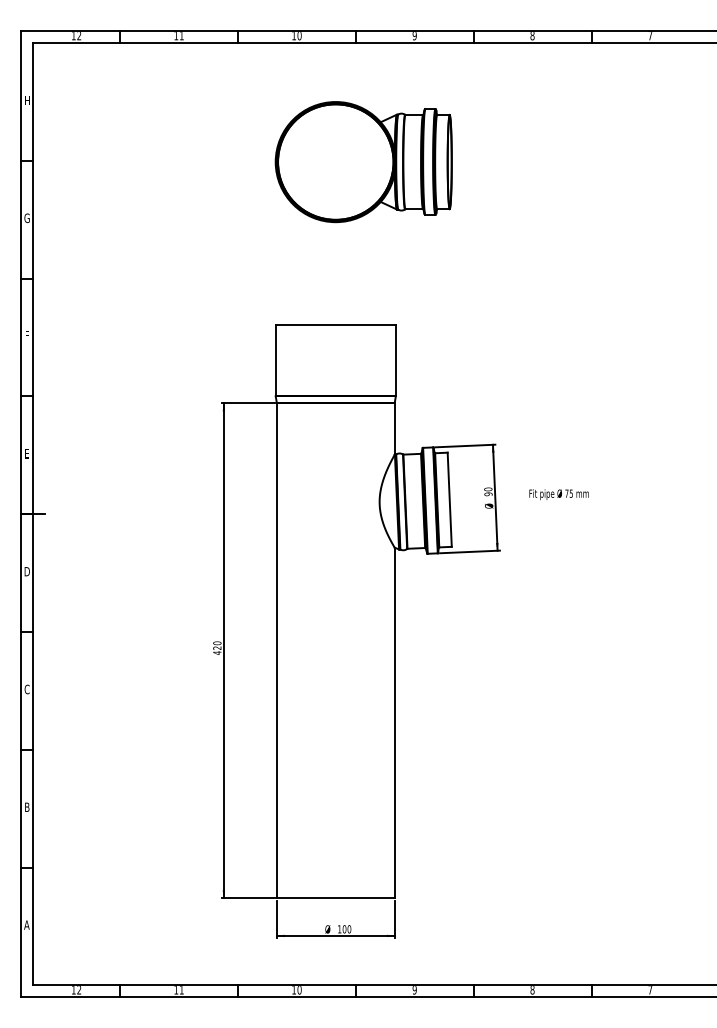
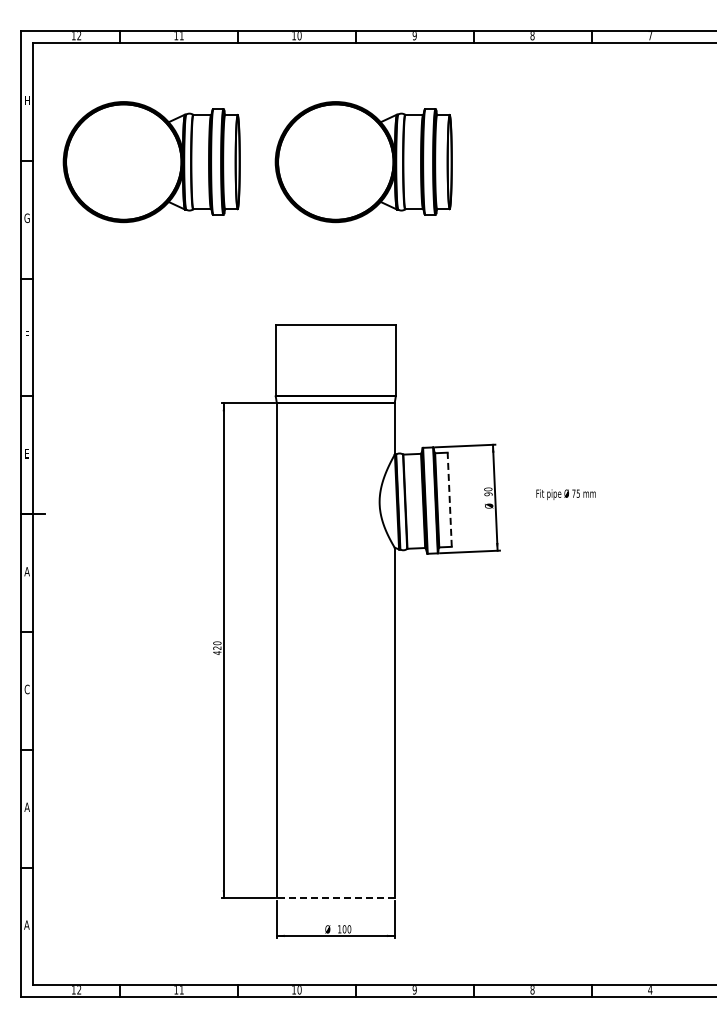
part at (151, 162): none -> present
text at (558, 494) position: (558, 494) -> (565, 494)
line at (449, 499): solid -> dashed
text at (26, 571): D -> A
text at (26, 806): B -> A
line at (335, 898): solid -> dashed
text at (650, 990): 7 -> 4
